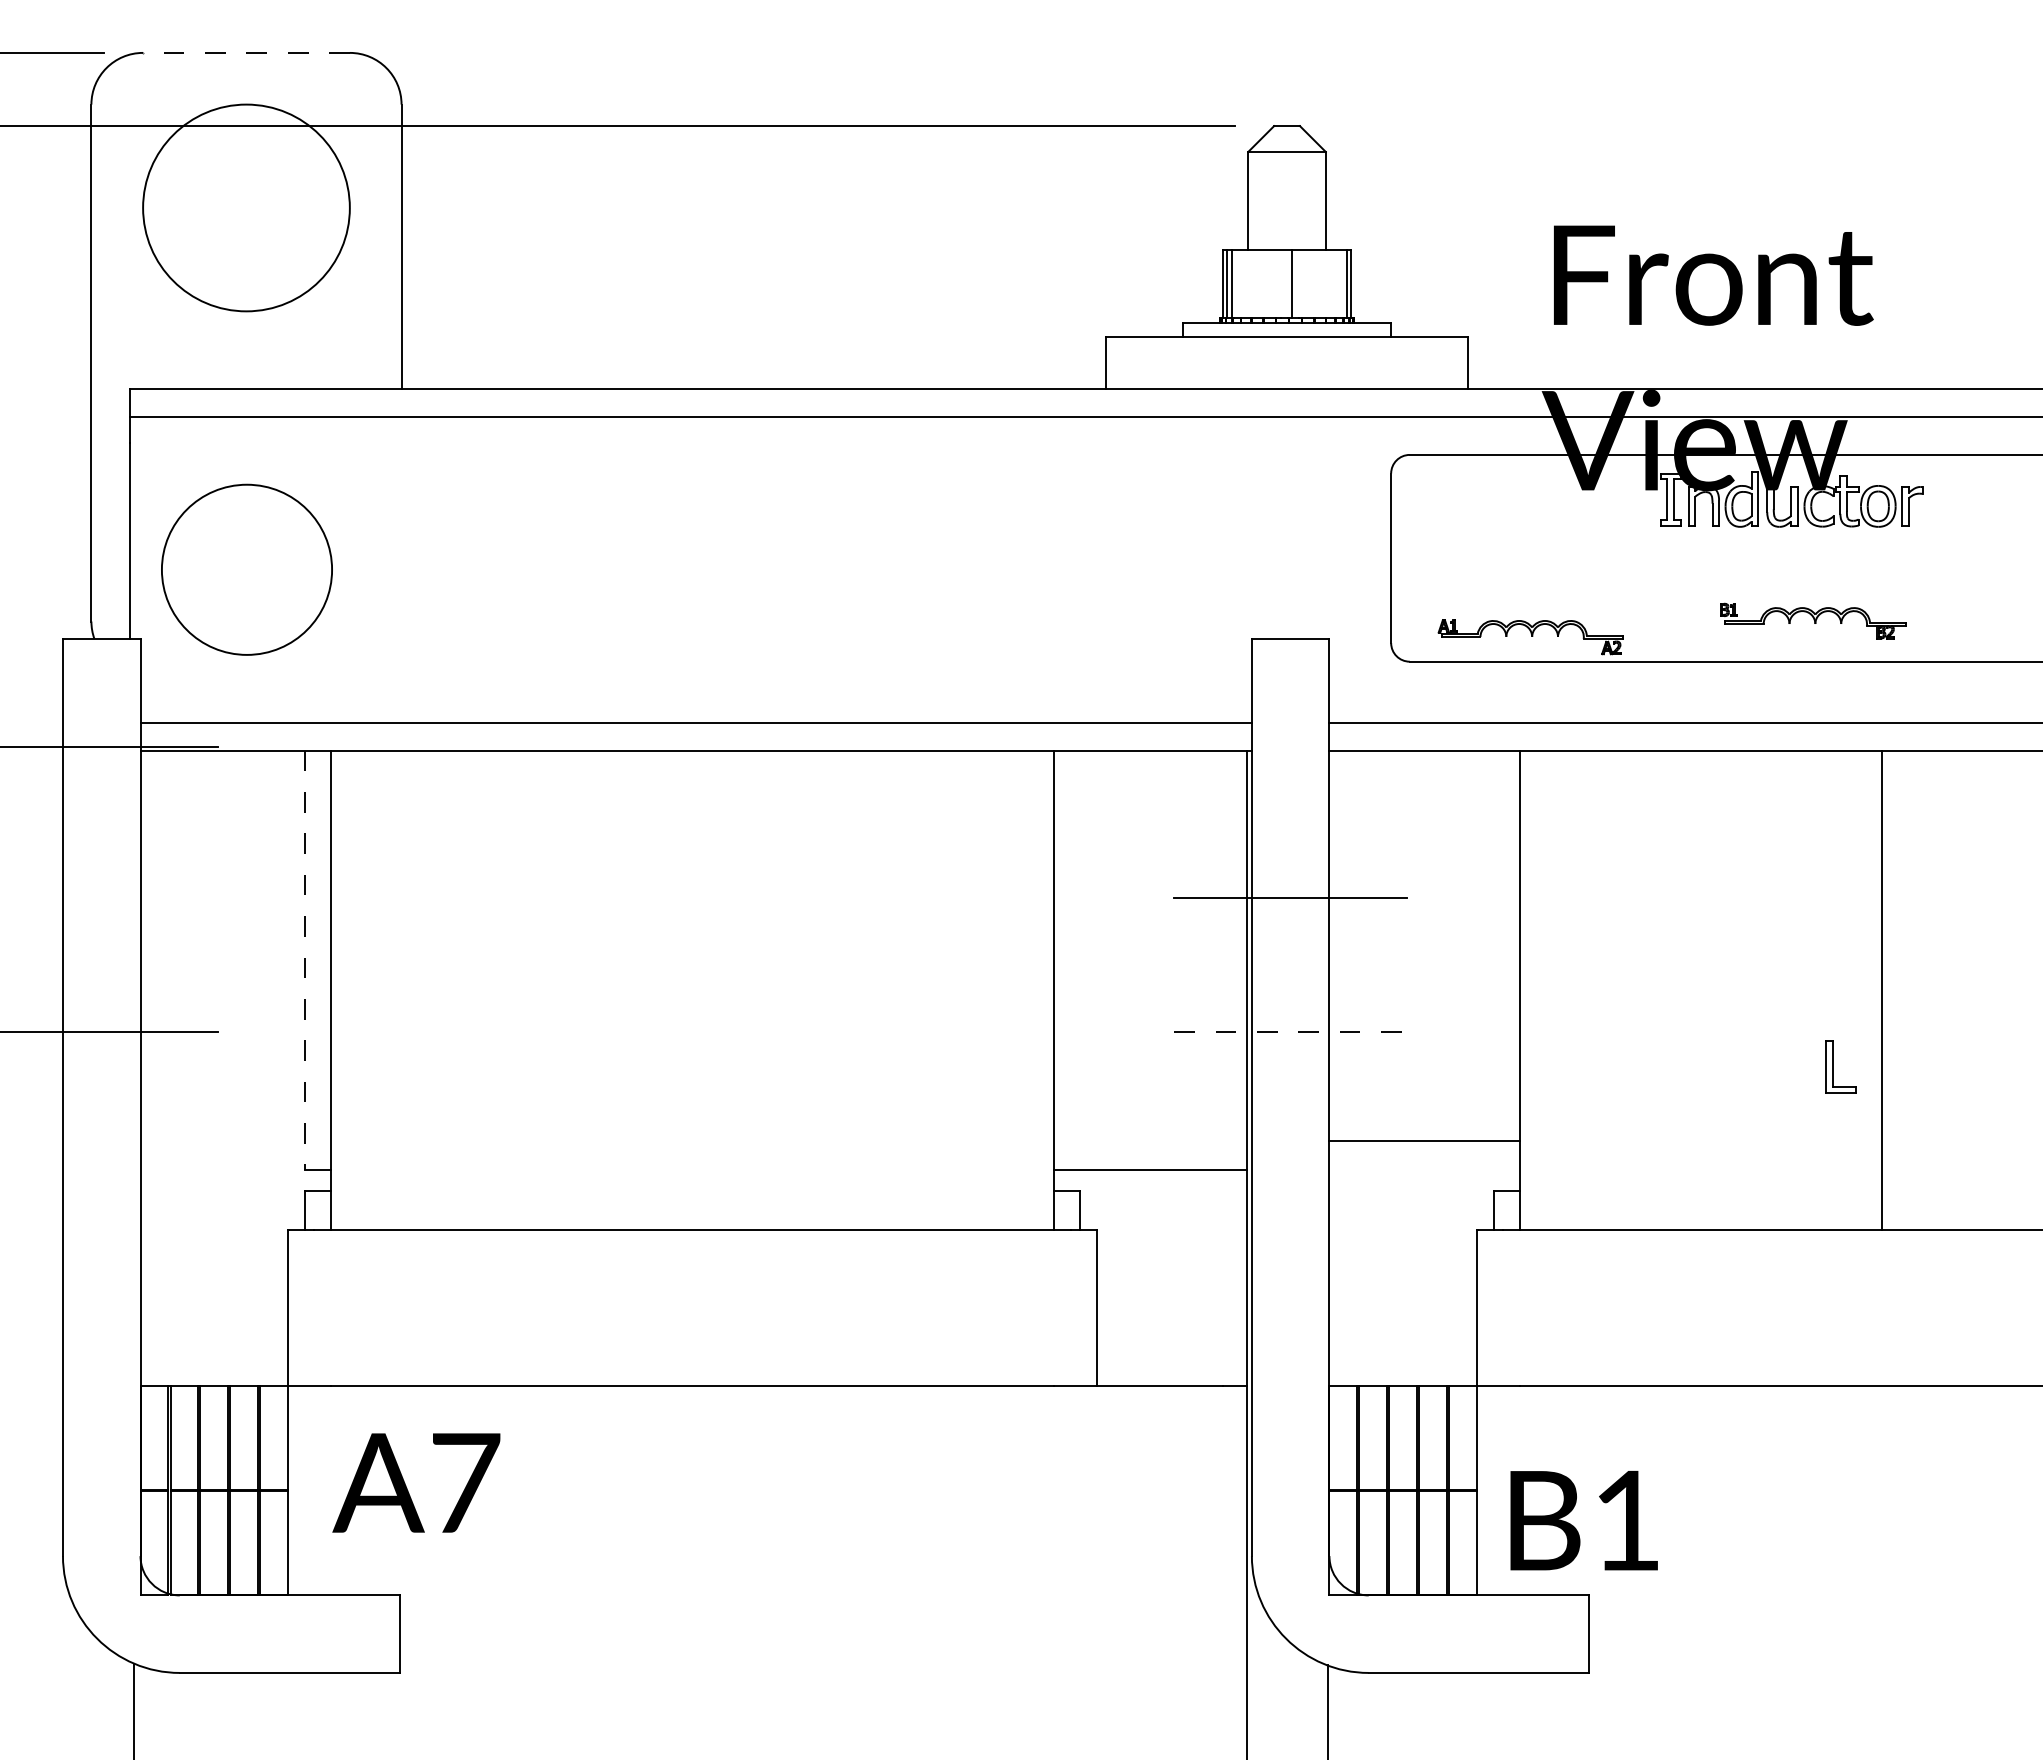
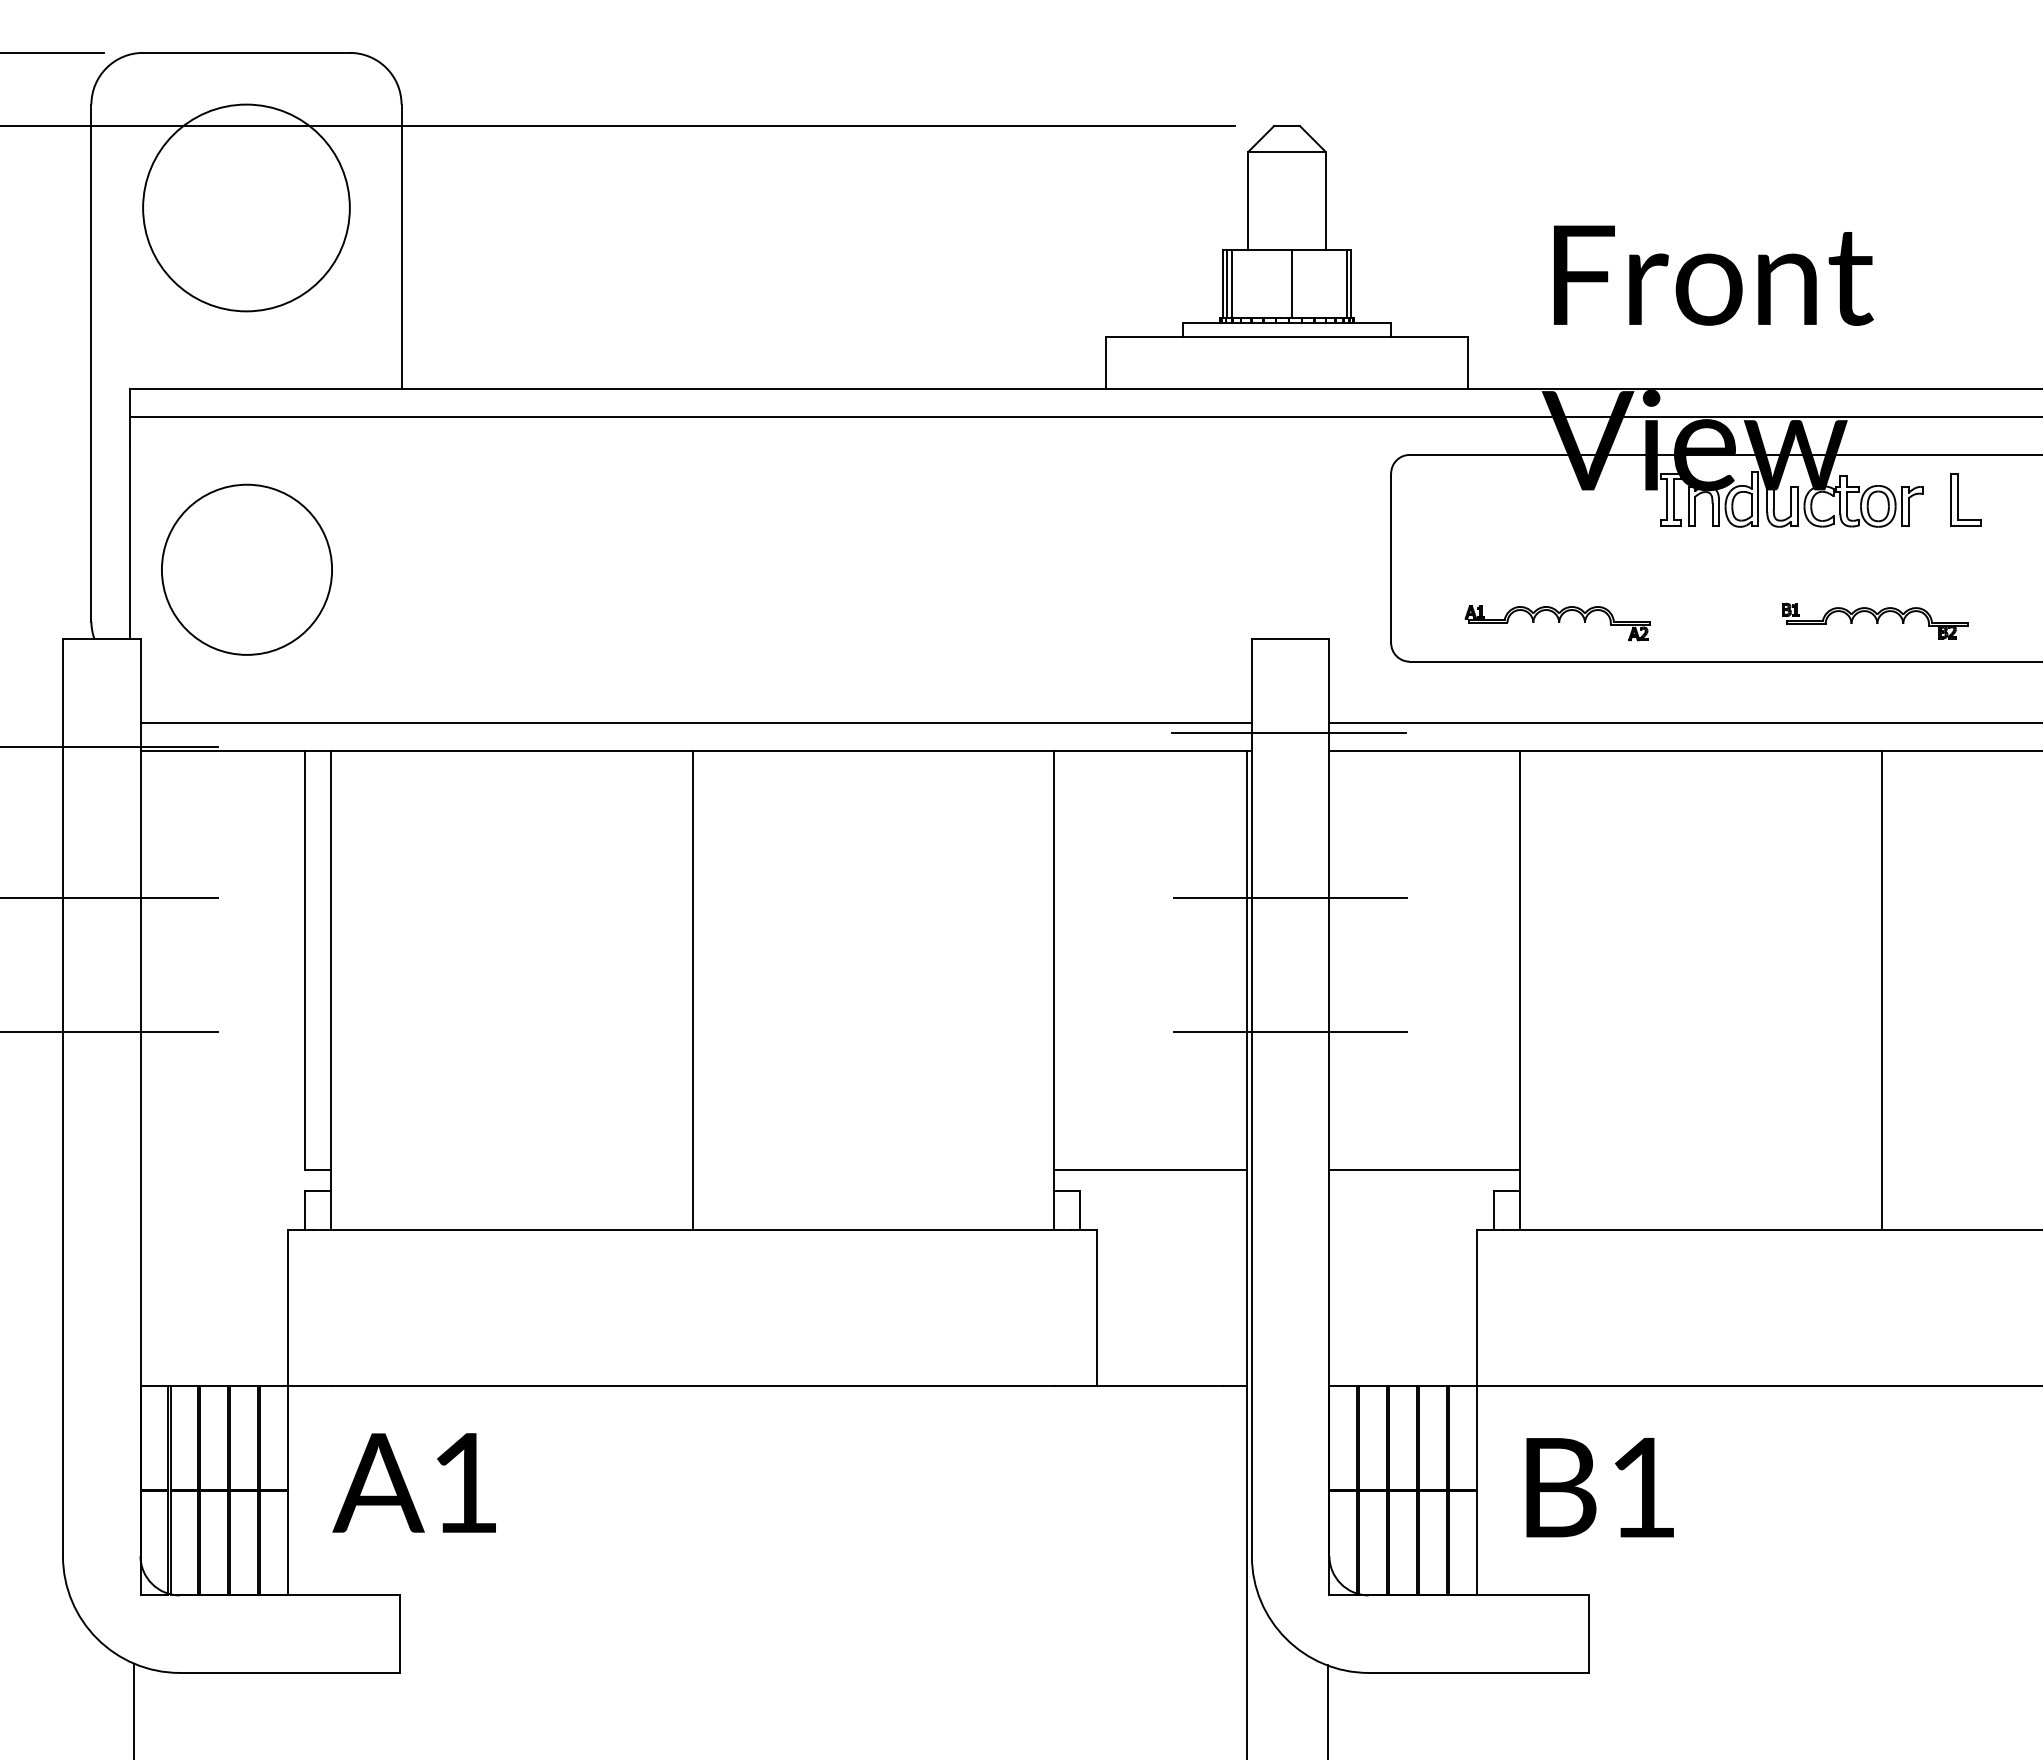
line at (245, 52): dashed -> solid
part at (1813, 620) position: (1813, 620) -> (1875, 620)
part at (1530, 637) position: (1530, 637) -> (1557, 623)
line at (1288, 733): none -> present
line at (110, 897): none -> present
line at (304, 960): dashed -> solid
line at (692, 990): none -> present
line at (1291, 1031): dashed -> solid
part at (1833, 1066) position: (1833, 1066) -> (1958, 499)
line at (1424, 1141) position: (1424, 1141) -> (1424, 1170)
text at (466, 1482): A7 -> A1
text at (1583, 1520) position: (1583, 1520) -> (1599, 1487)
